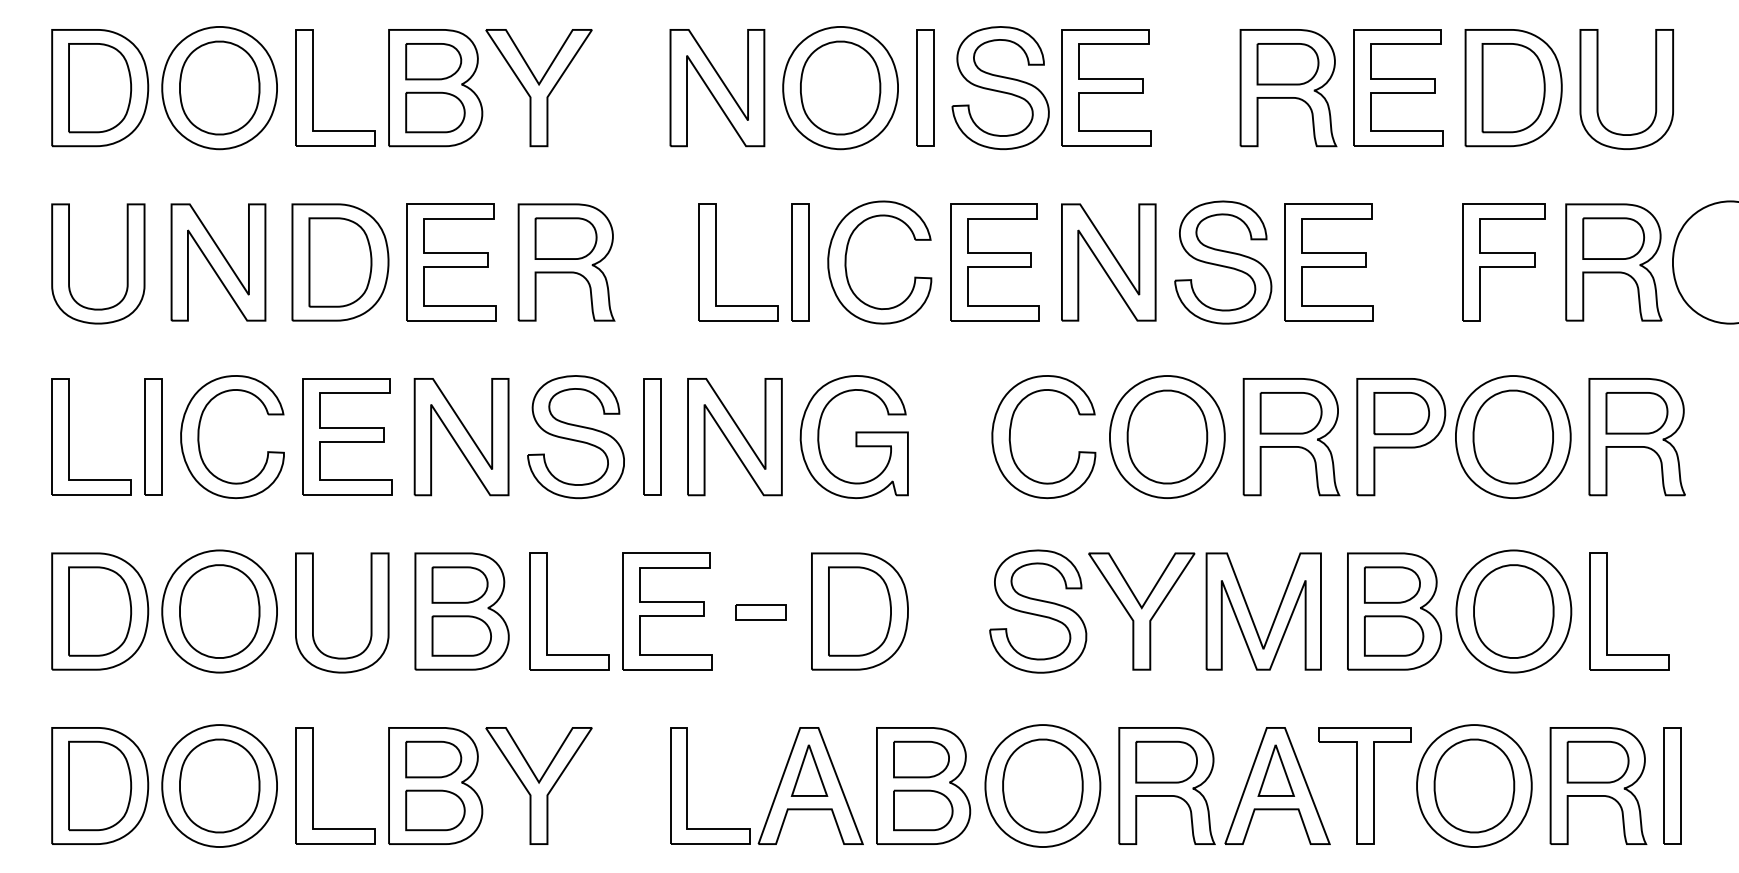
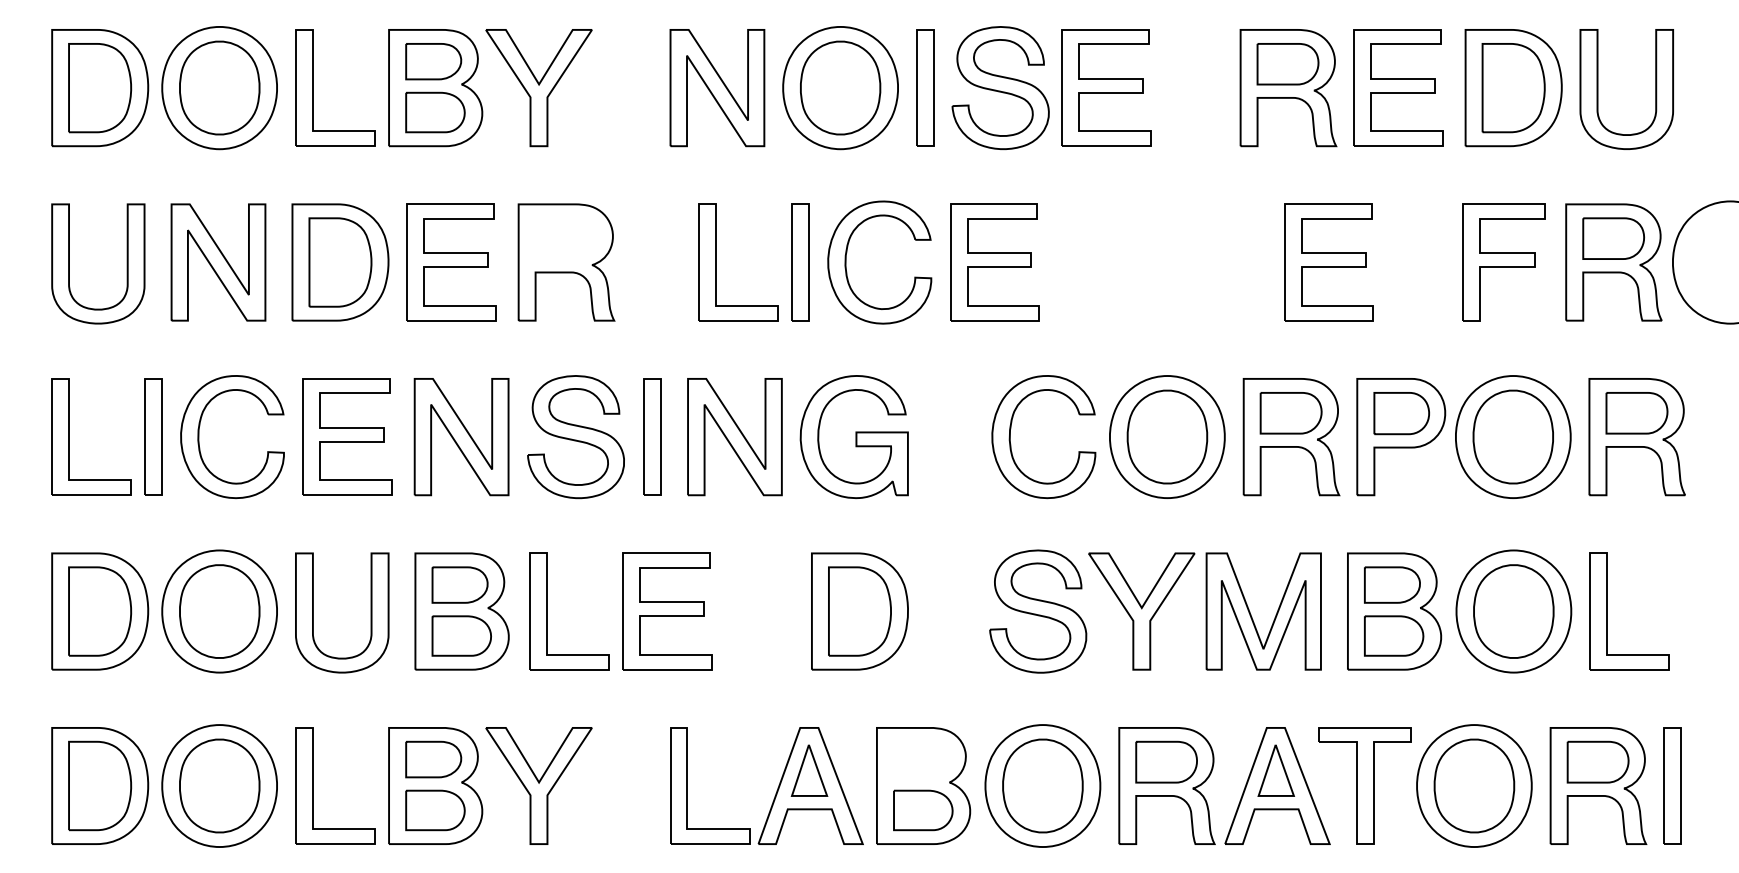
part at (565, 238): present -> none
part at (1108, 262): present -> none
part at (1223, 262): present -> none
part at (760, 612): present -> none
part at (921, 759): present -> none
